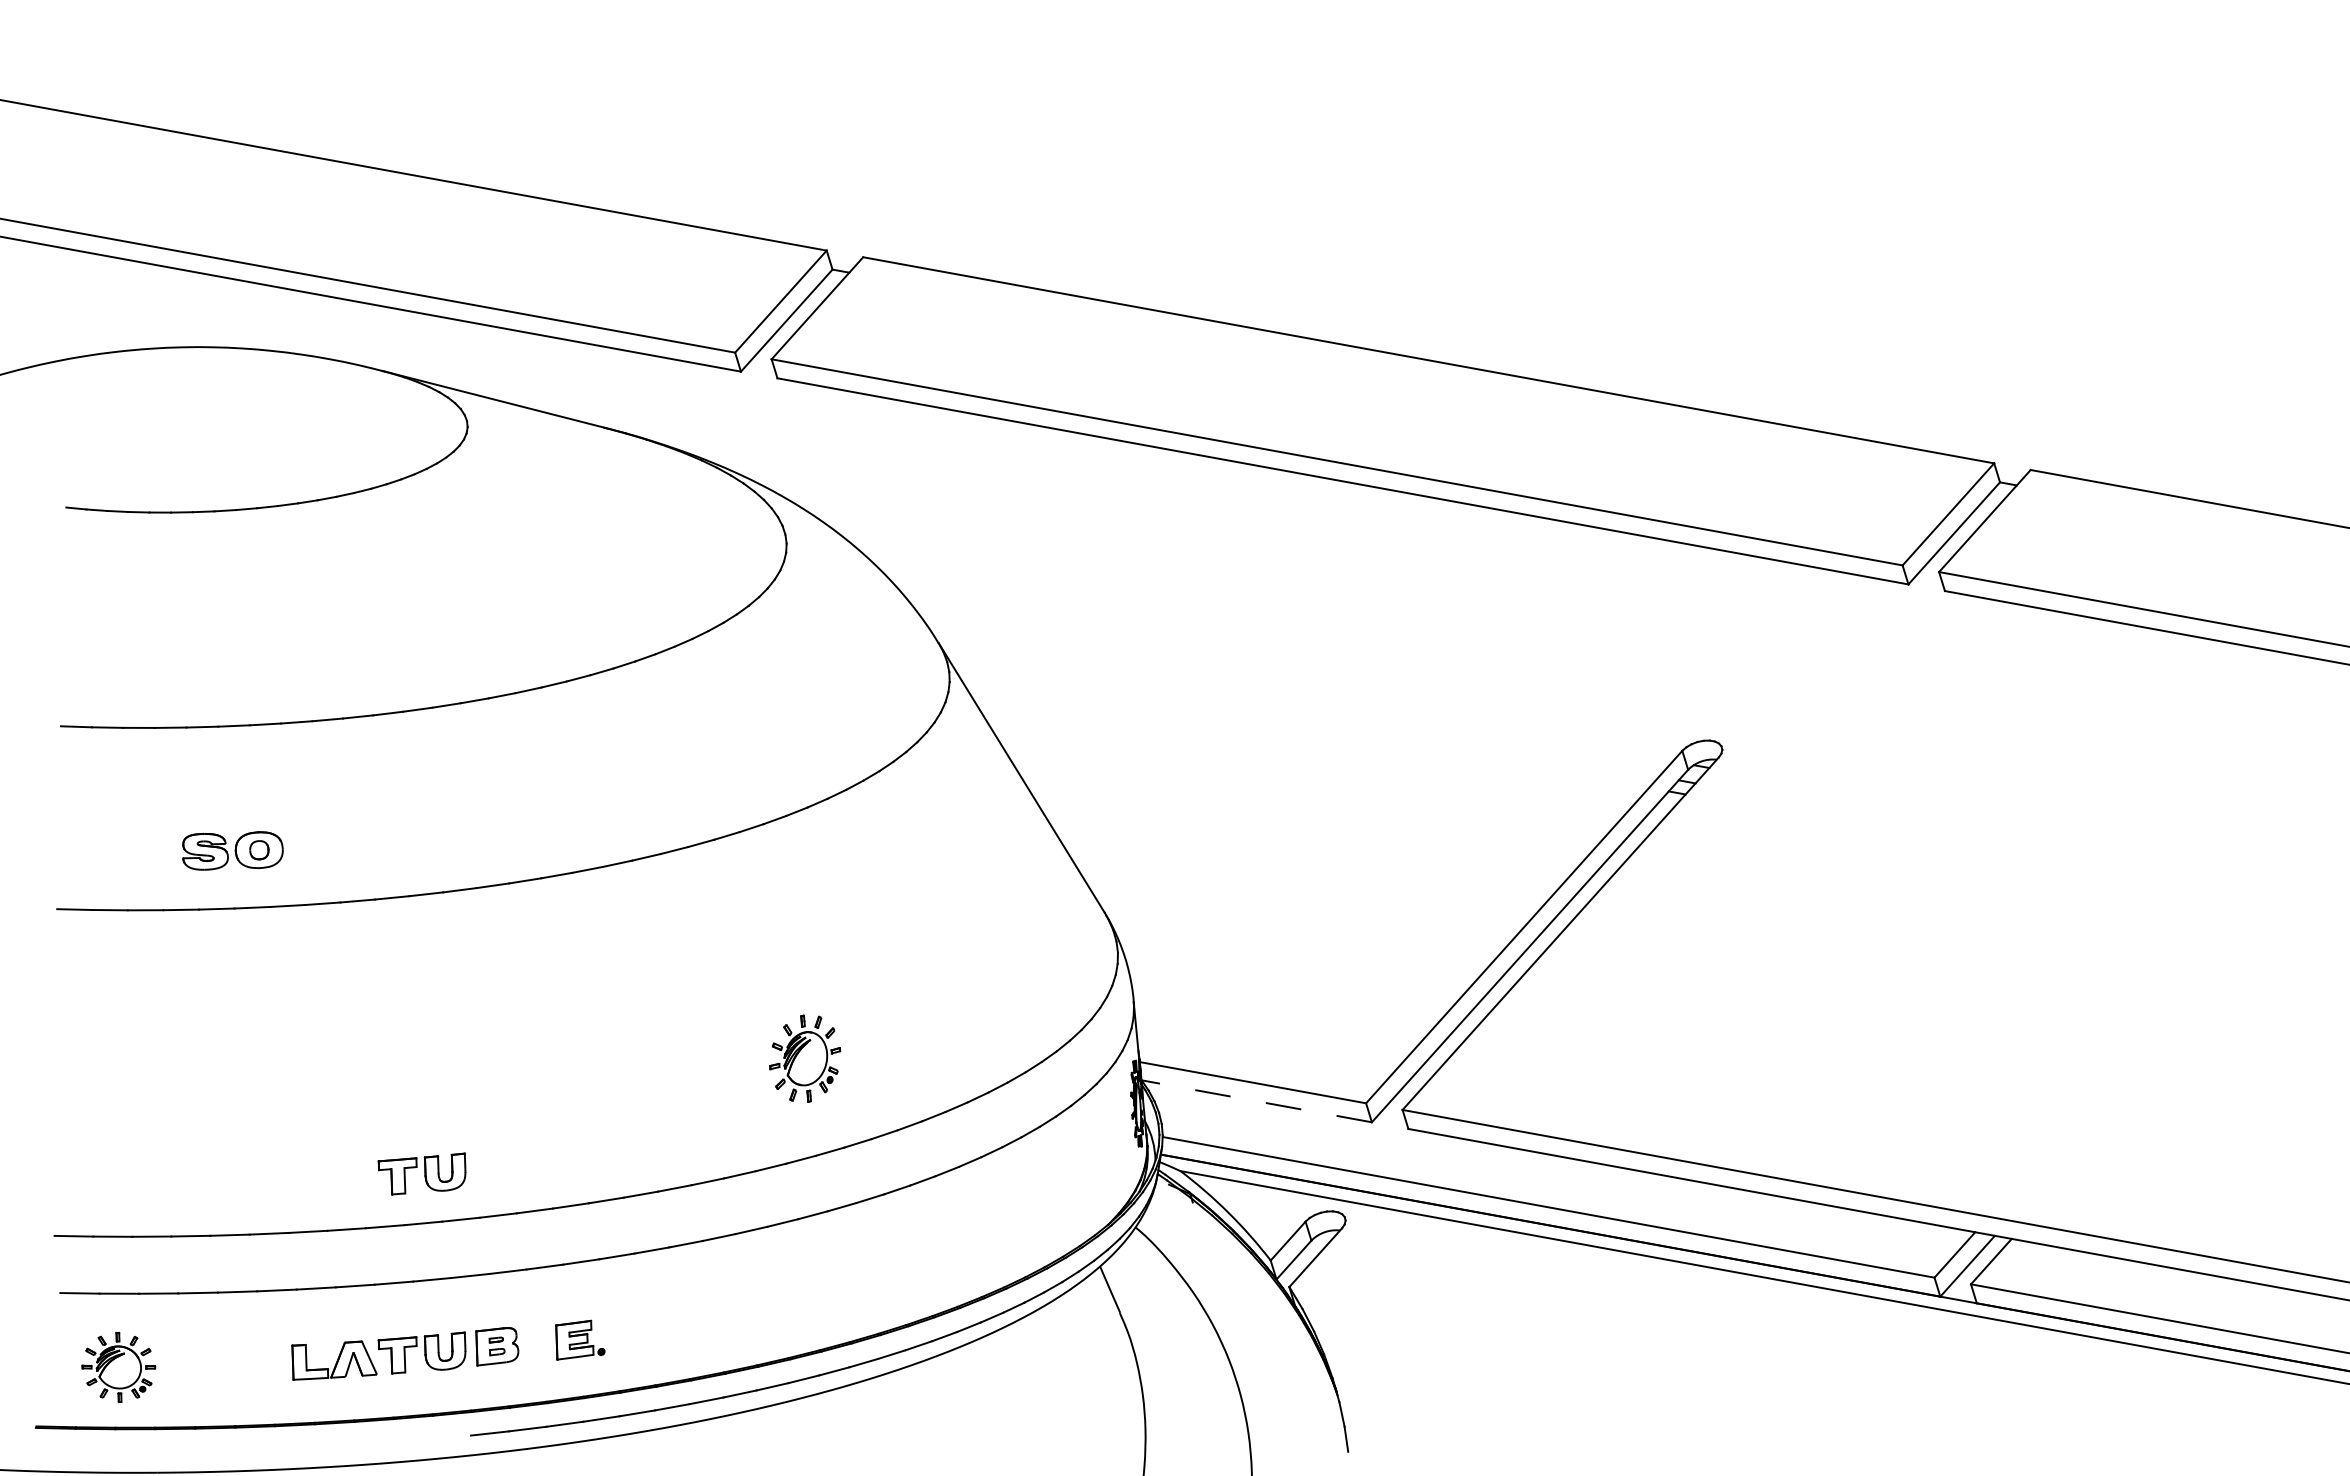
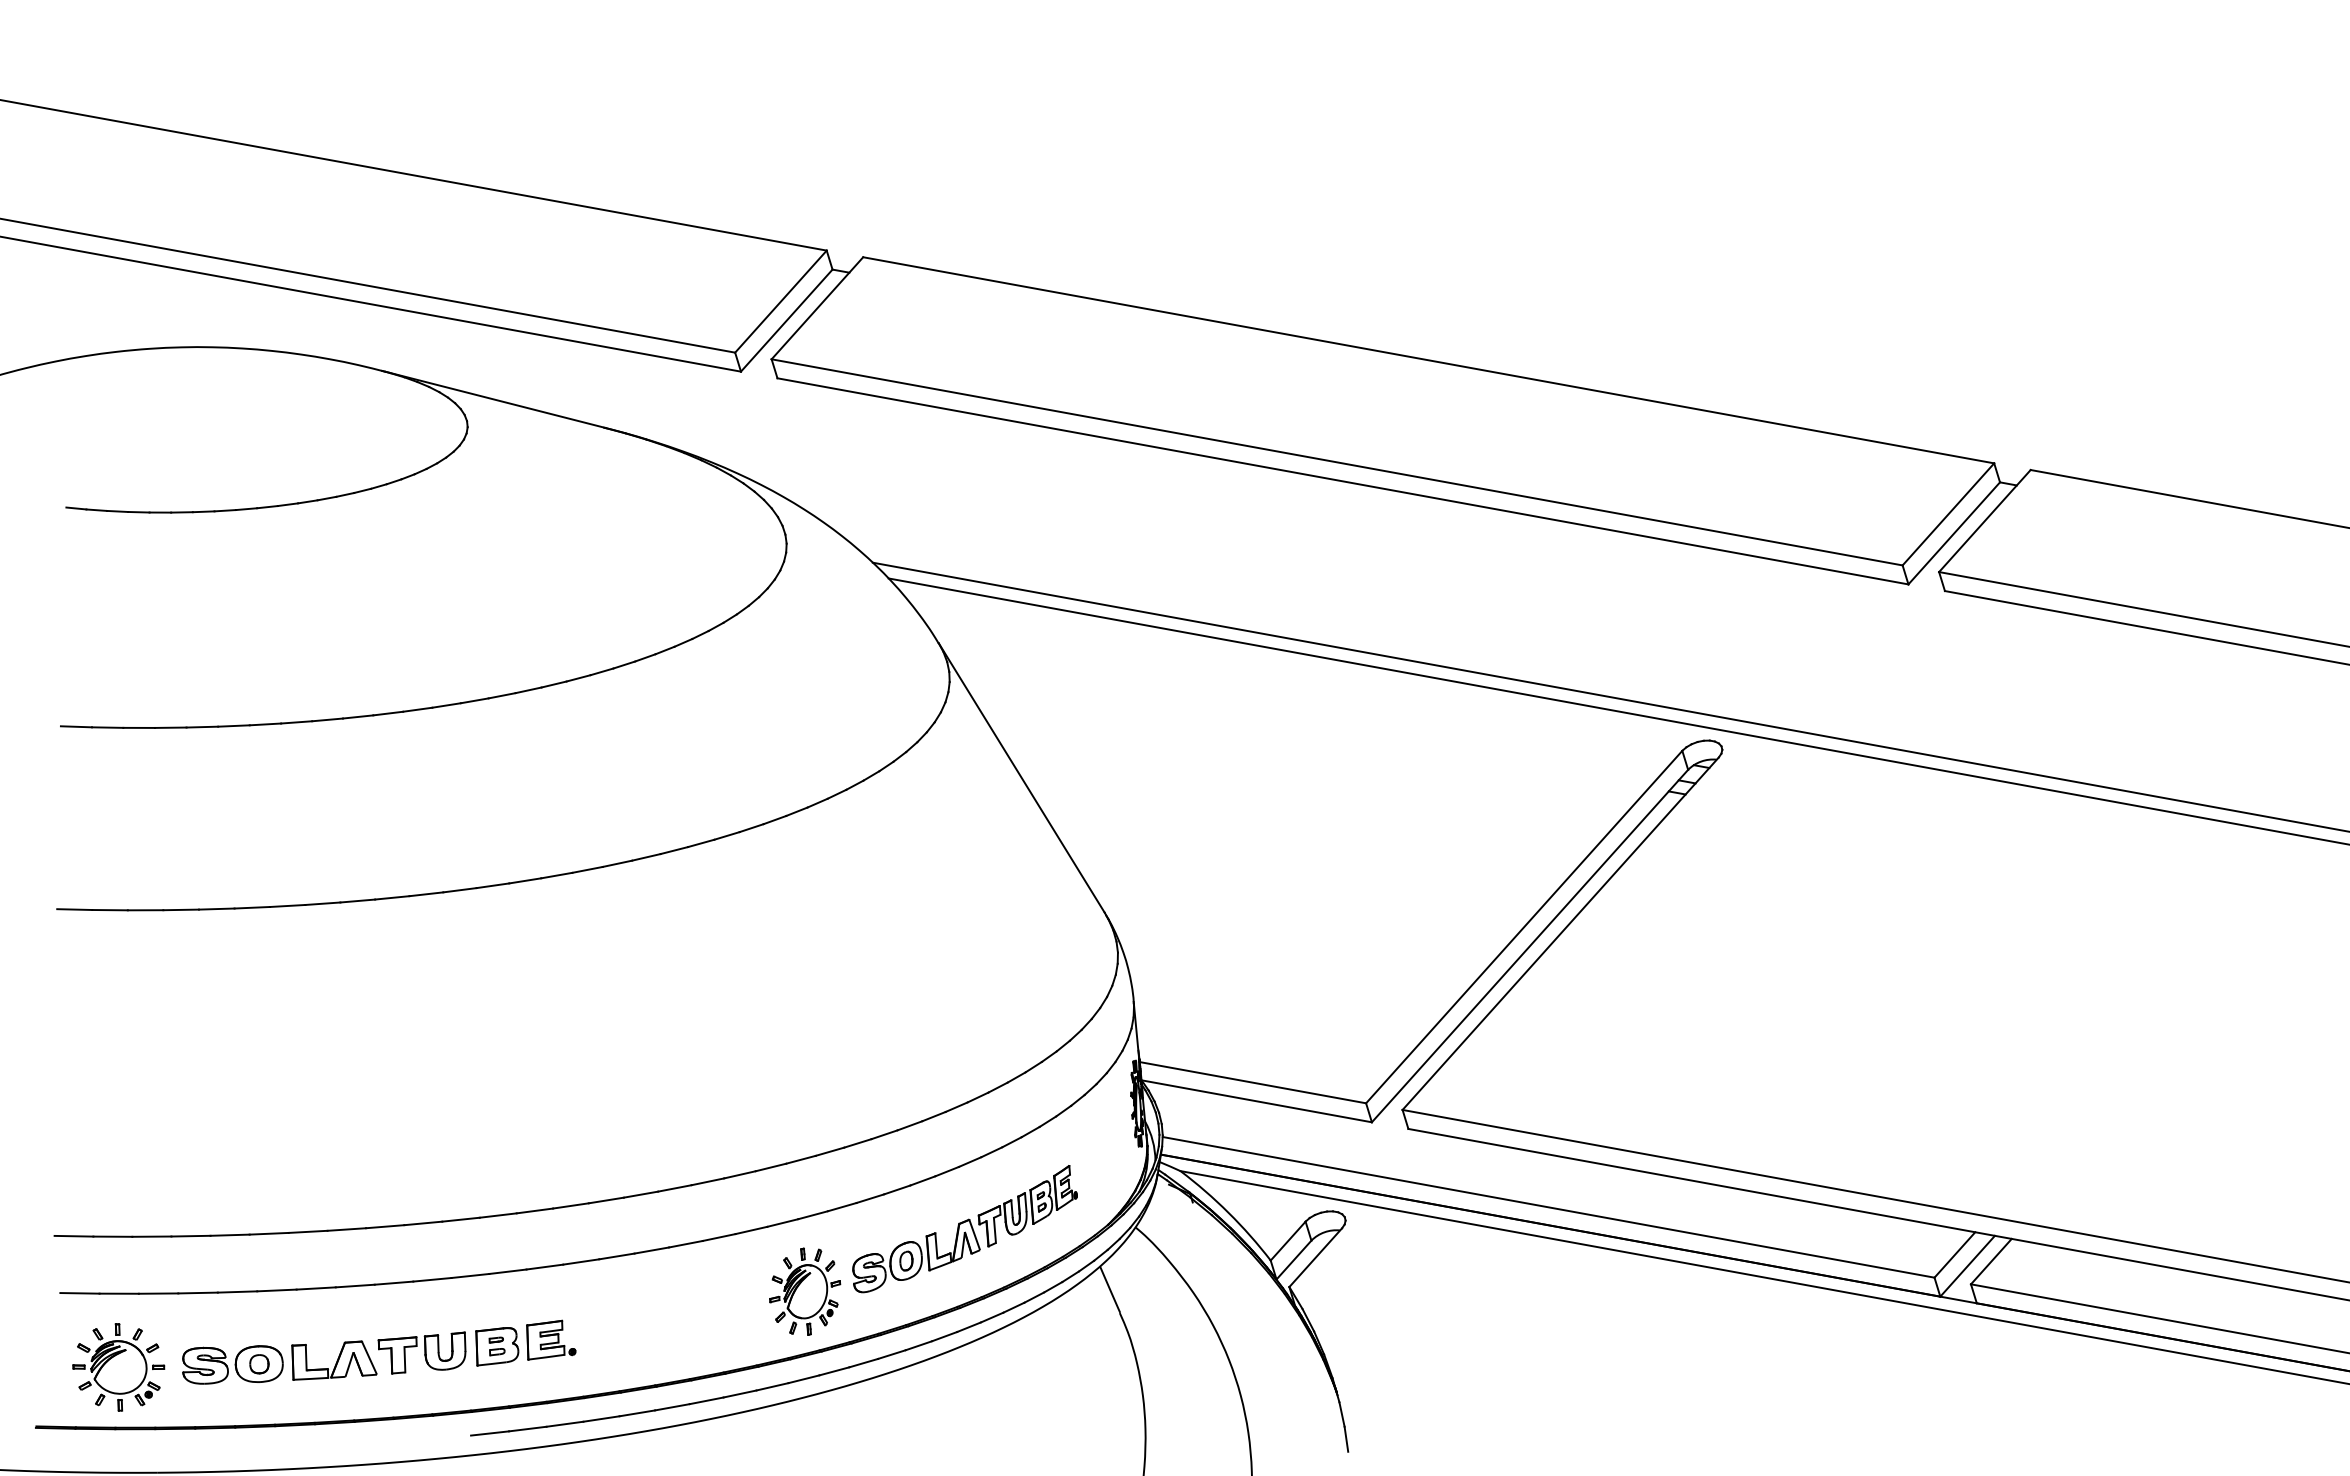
line at (1609, 696): none -> present
line at (1617, 711): none -> present
part at (232, 850) position: (232, 850) -> (232, 1364)
part at (805, 1058) position: (805, 1058) -> (805, 1291)
line at (1256, 1101): dashed -> solid
part at (421, 1173): present -> none
part at (964, 1229): none -> present
part at (580, 1339) position: (580, 1339) -> (551, 1339)
part at (118, 1366) size: 76x72 px -> 94x89 px
